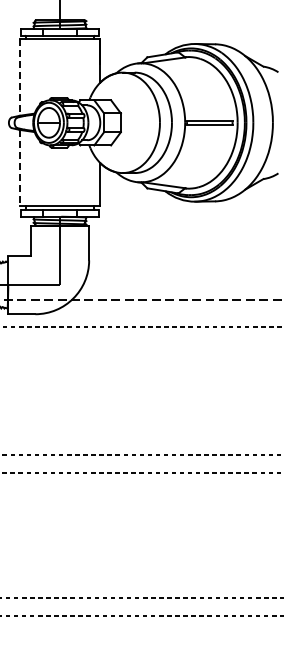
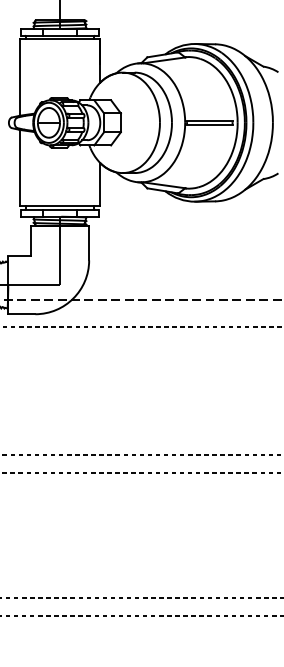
line at (19, 78): dashed -> solid
line at (19, 168): dashed -> solid
